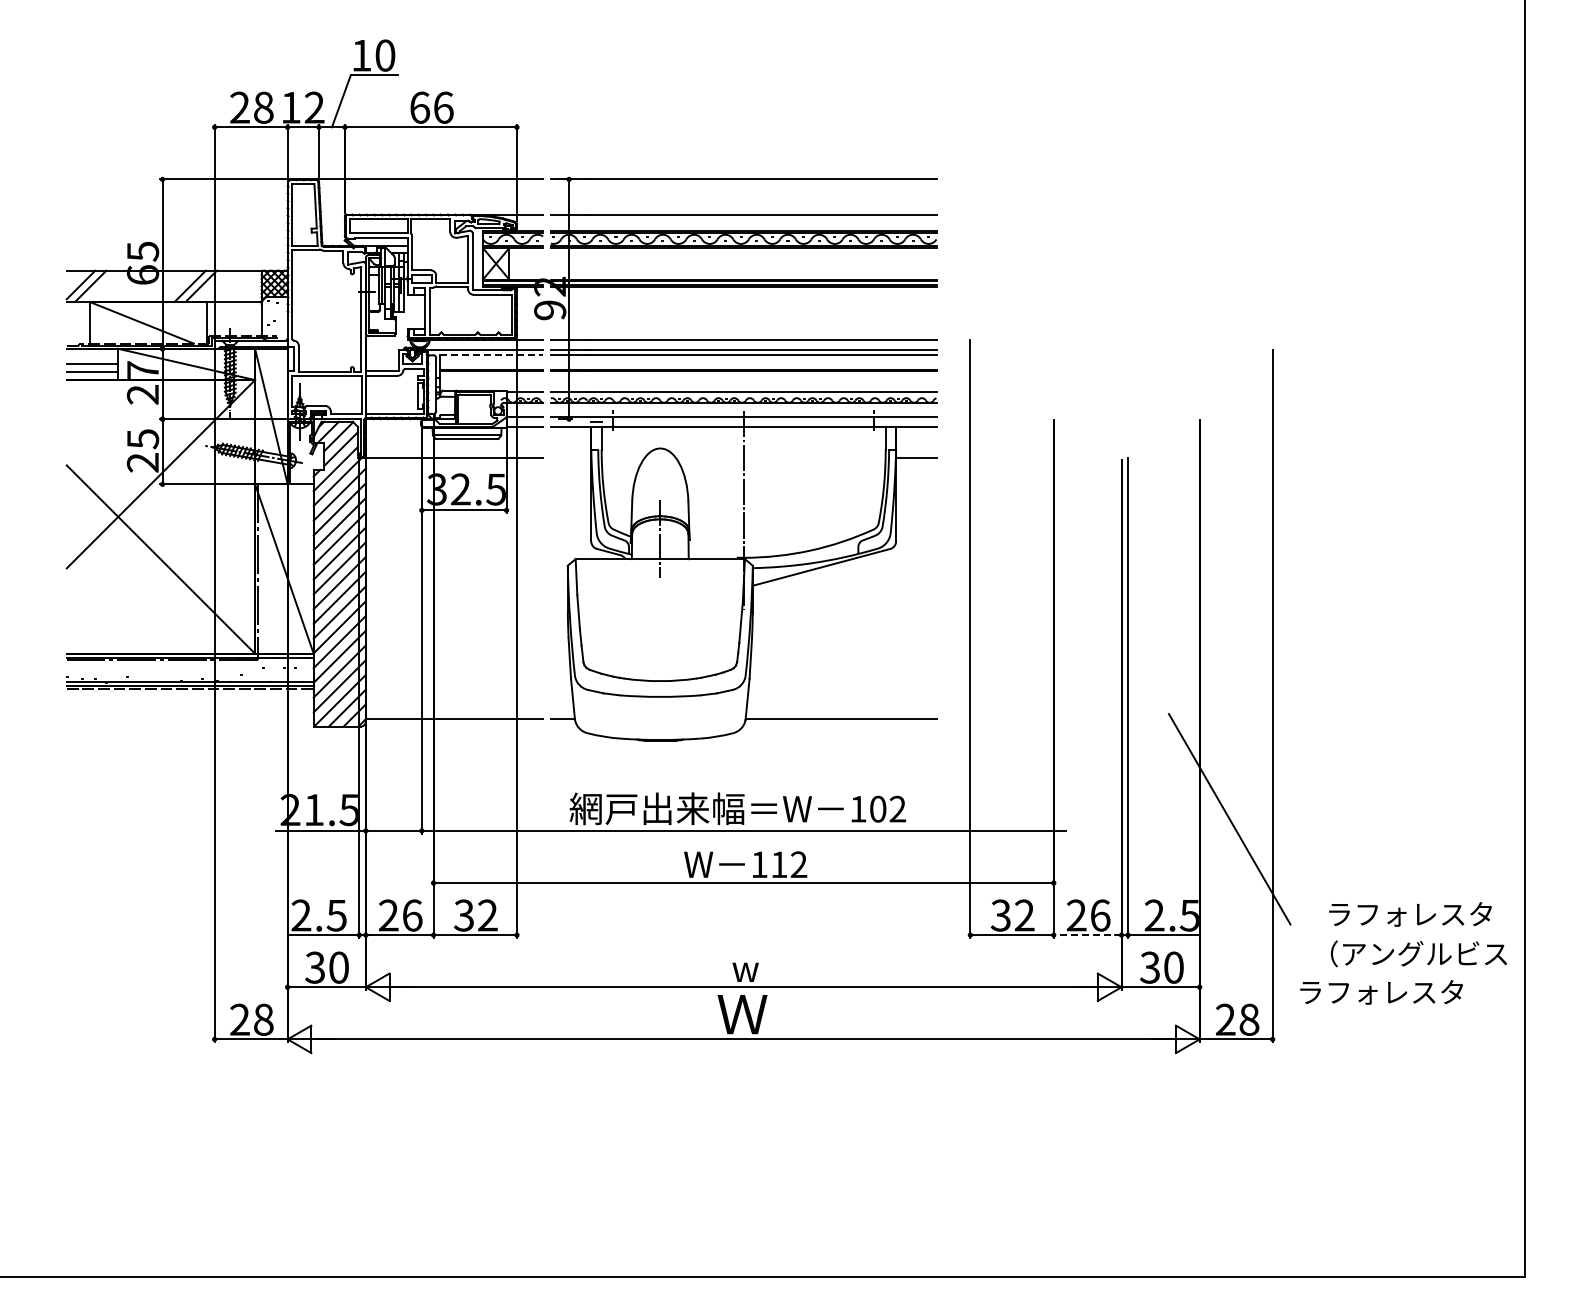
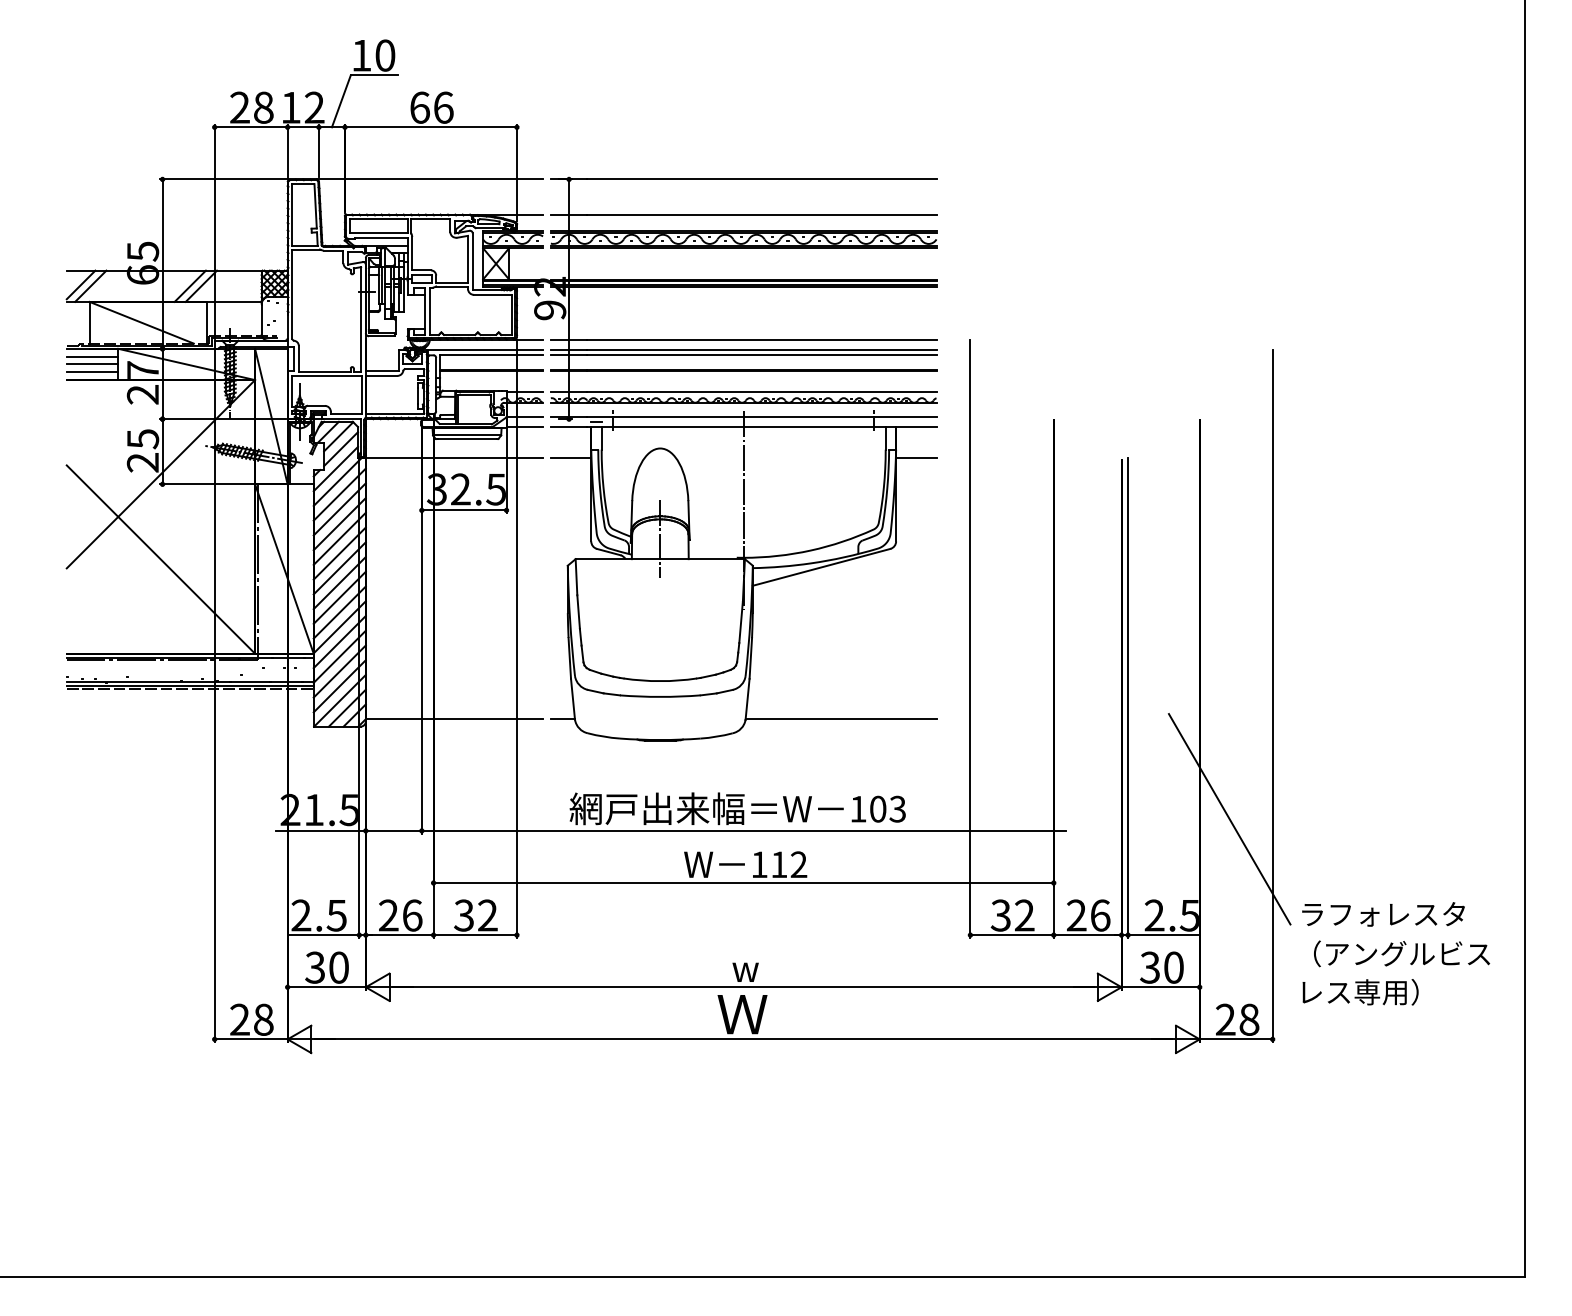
line at (492, 355): dashed -> solid
line at (92, 356): none -> present
line at (570, 458): none -> present
text at (897, 809): 102 -> 103
text at (1410, 914) position: (1410, 914) -> (1383, 914)
line at (1087, 935): dashed -> solid
text at (1419, 953) position: (1419, 953) -> (1402, 953)
text at (1381, 992): ラフォレスタ -> レス専用）
